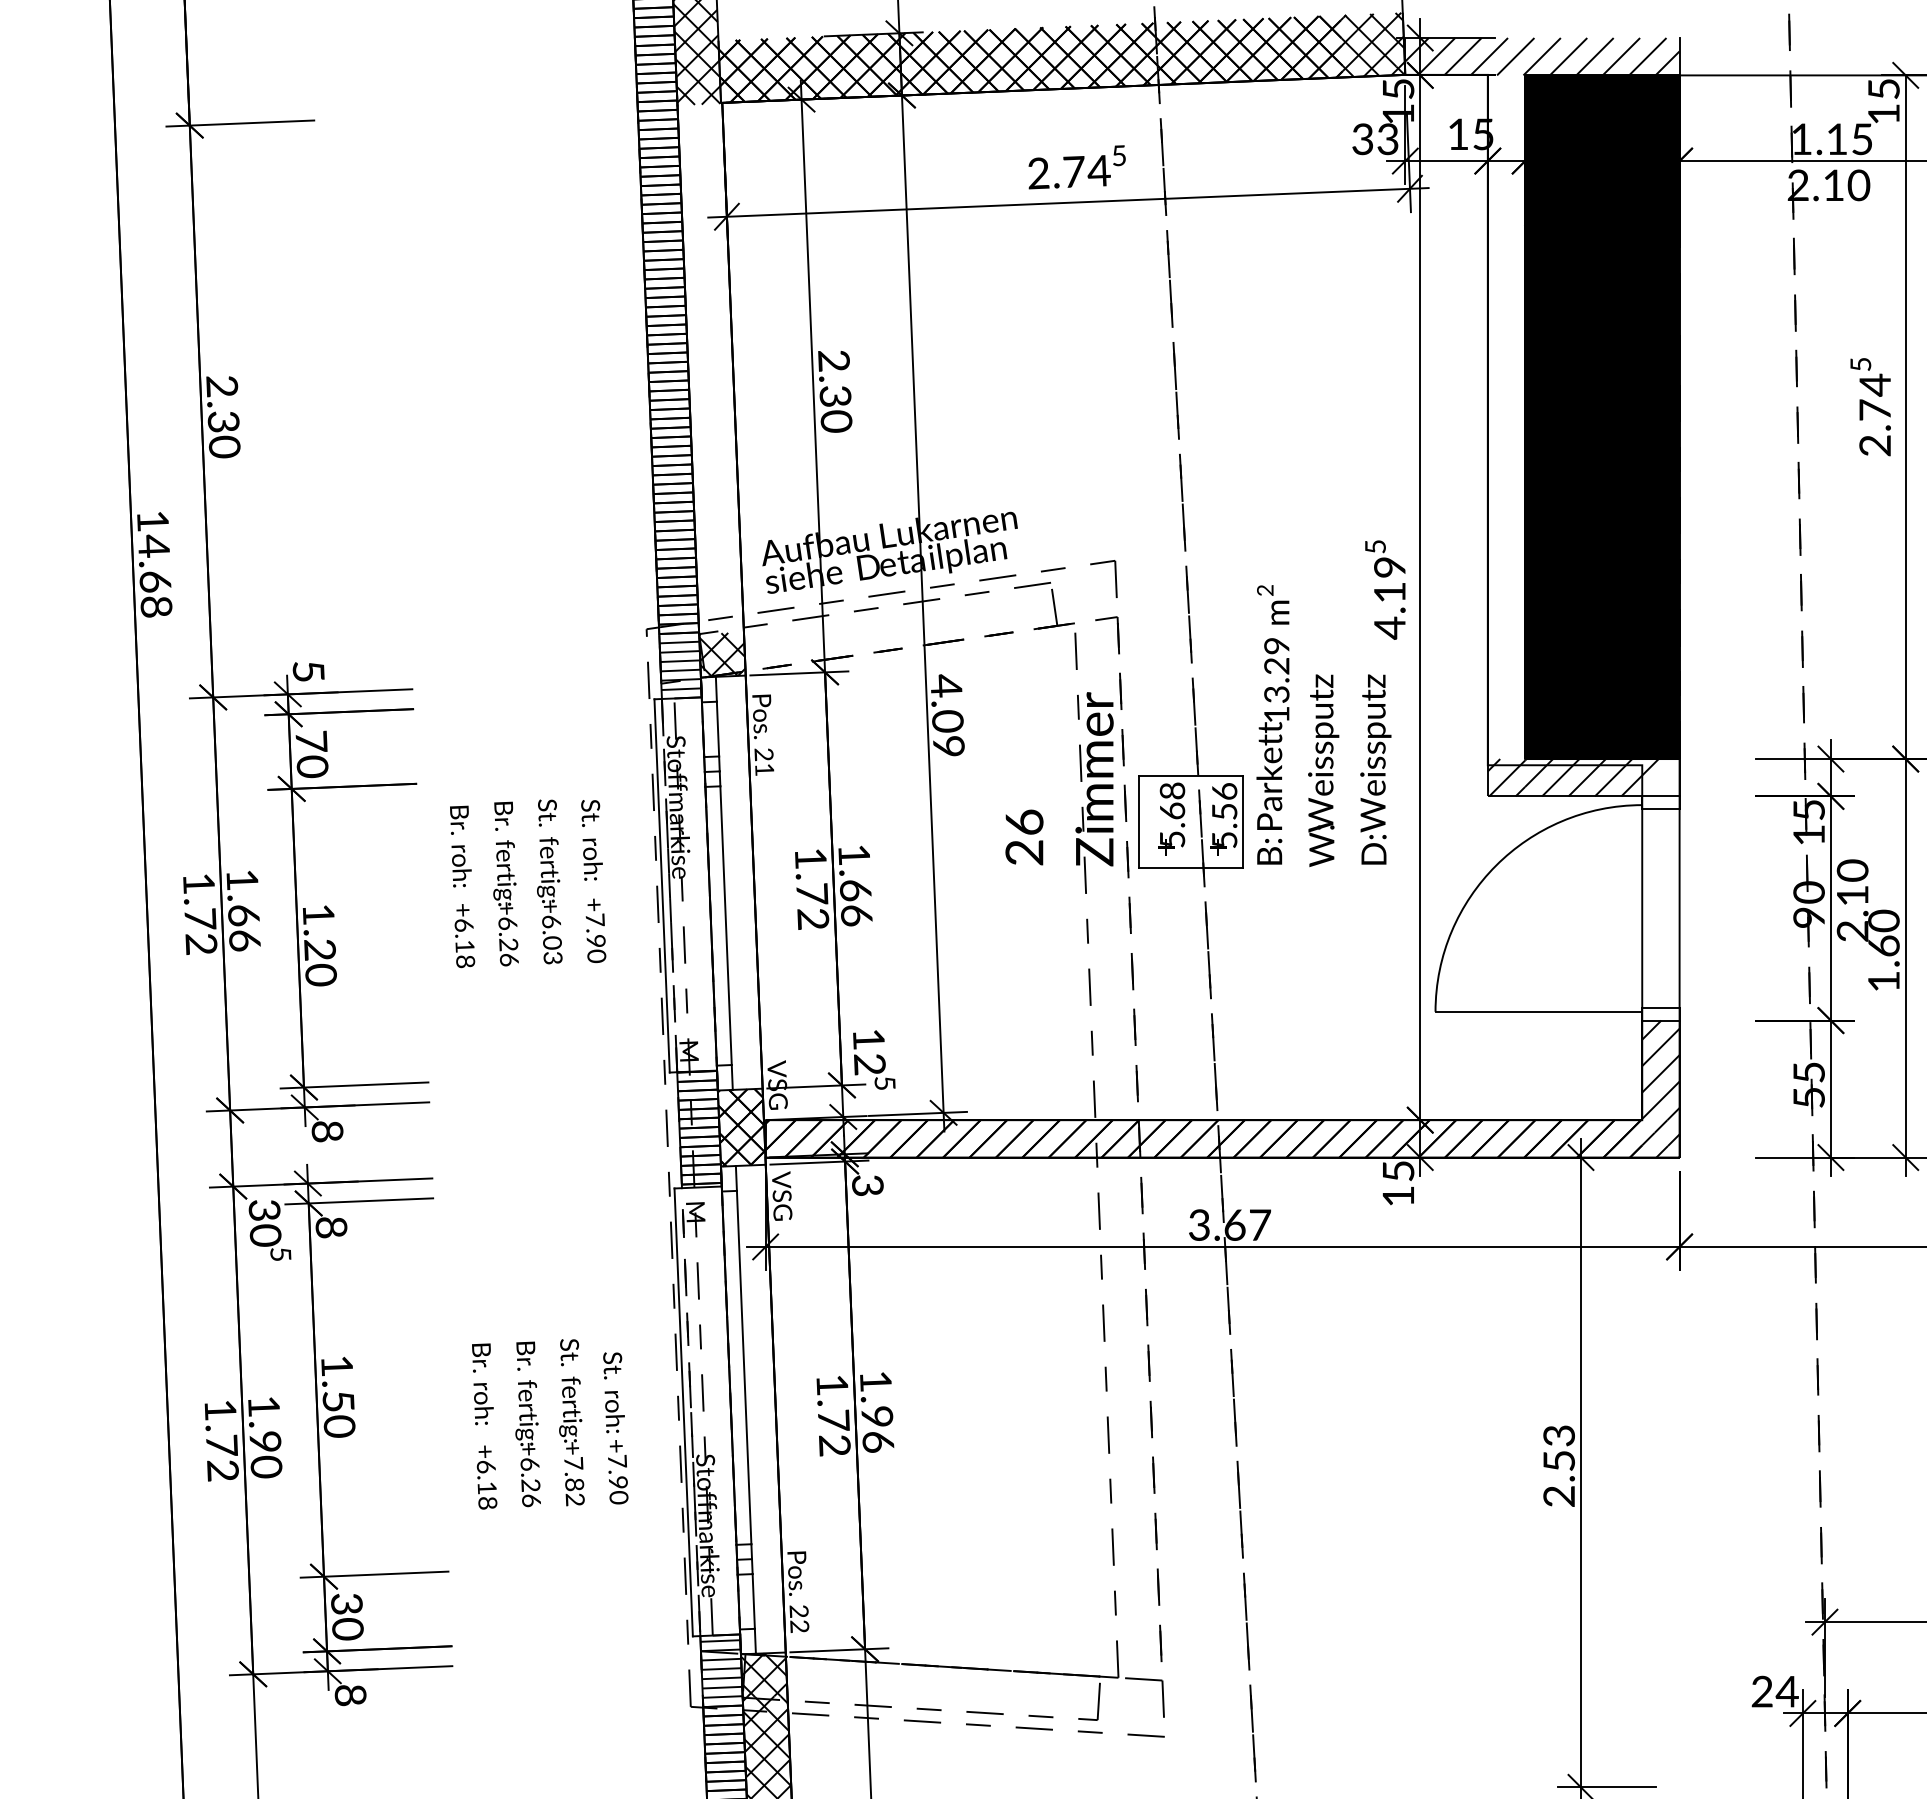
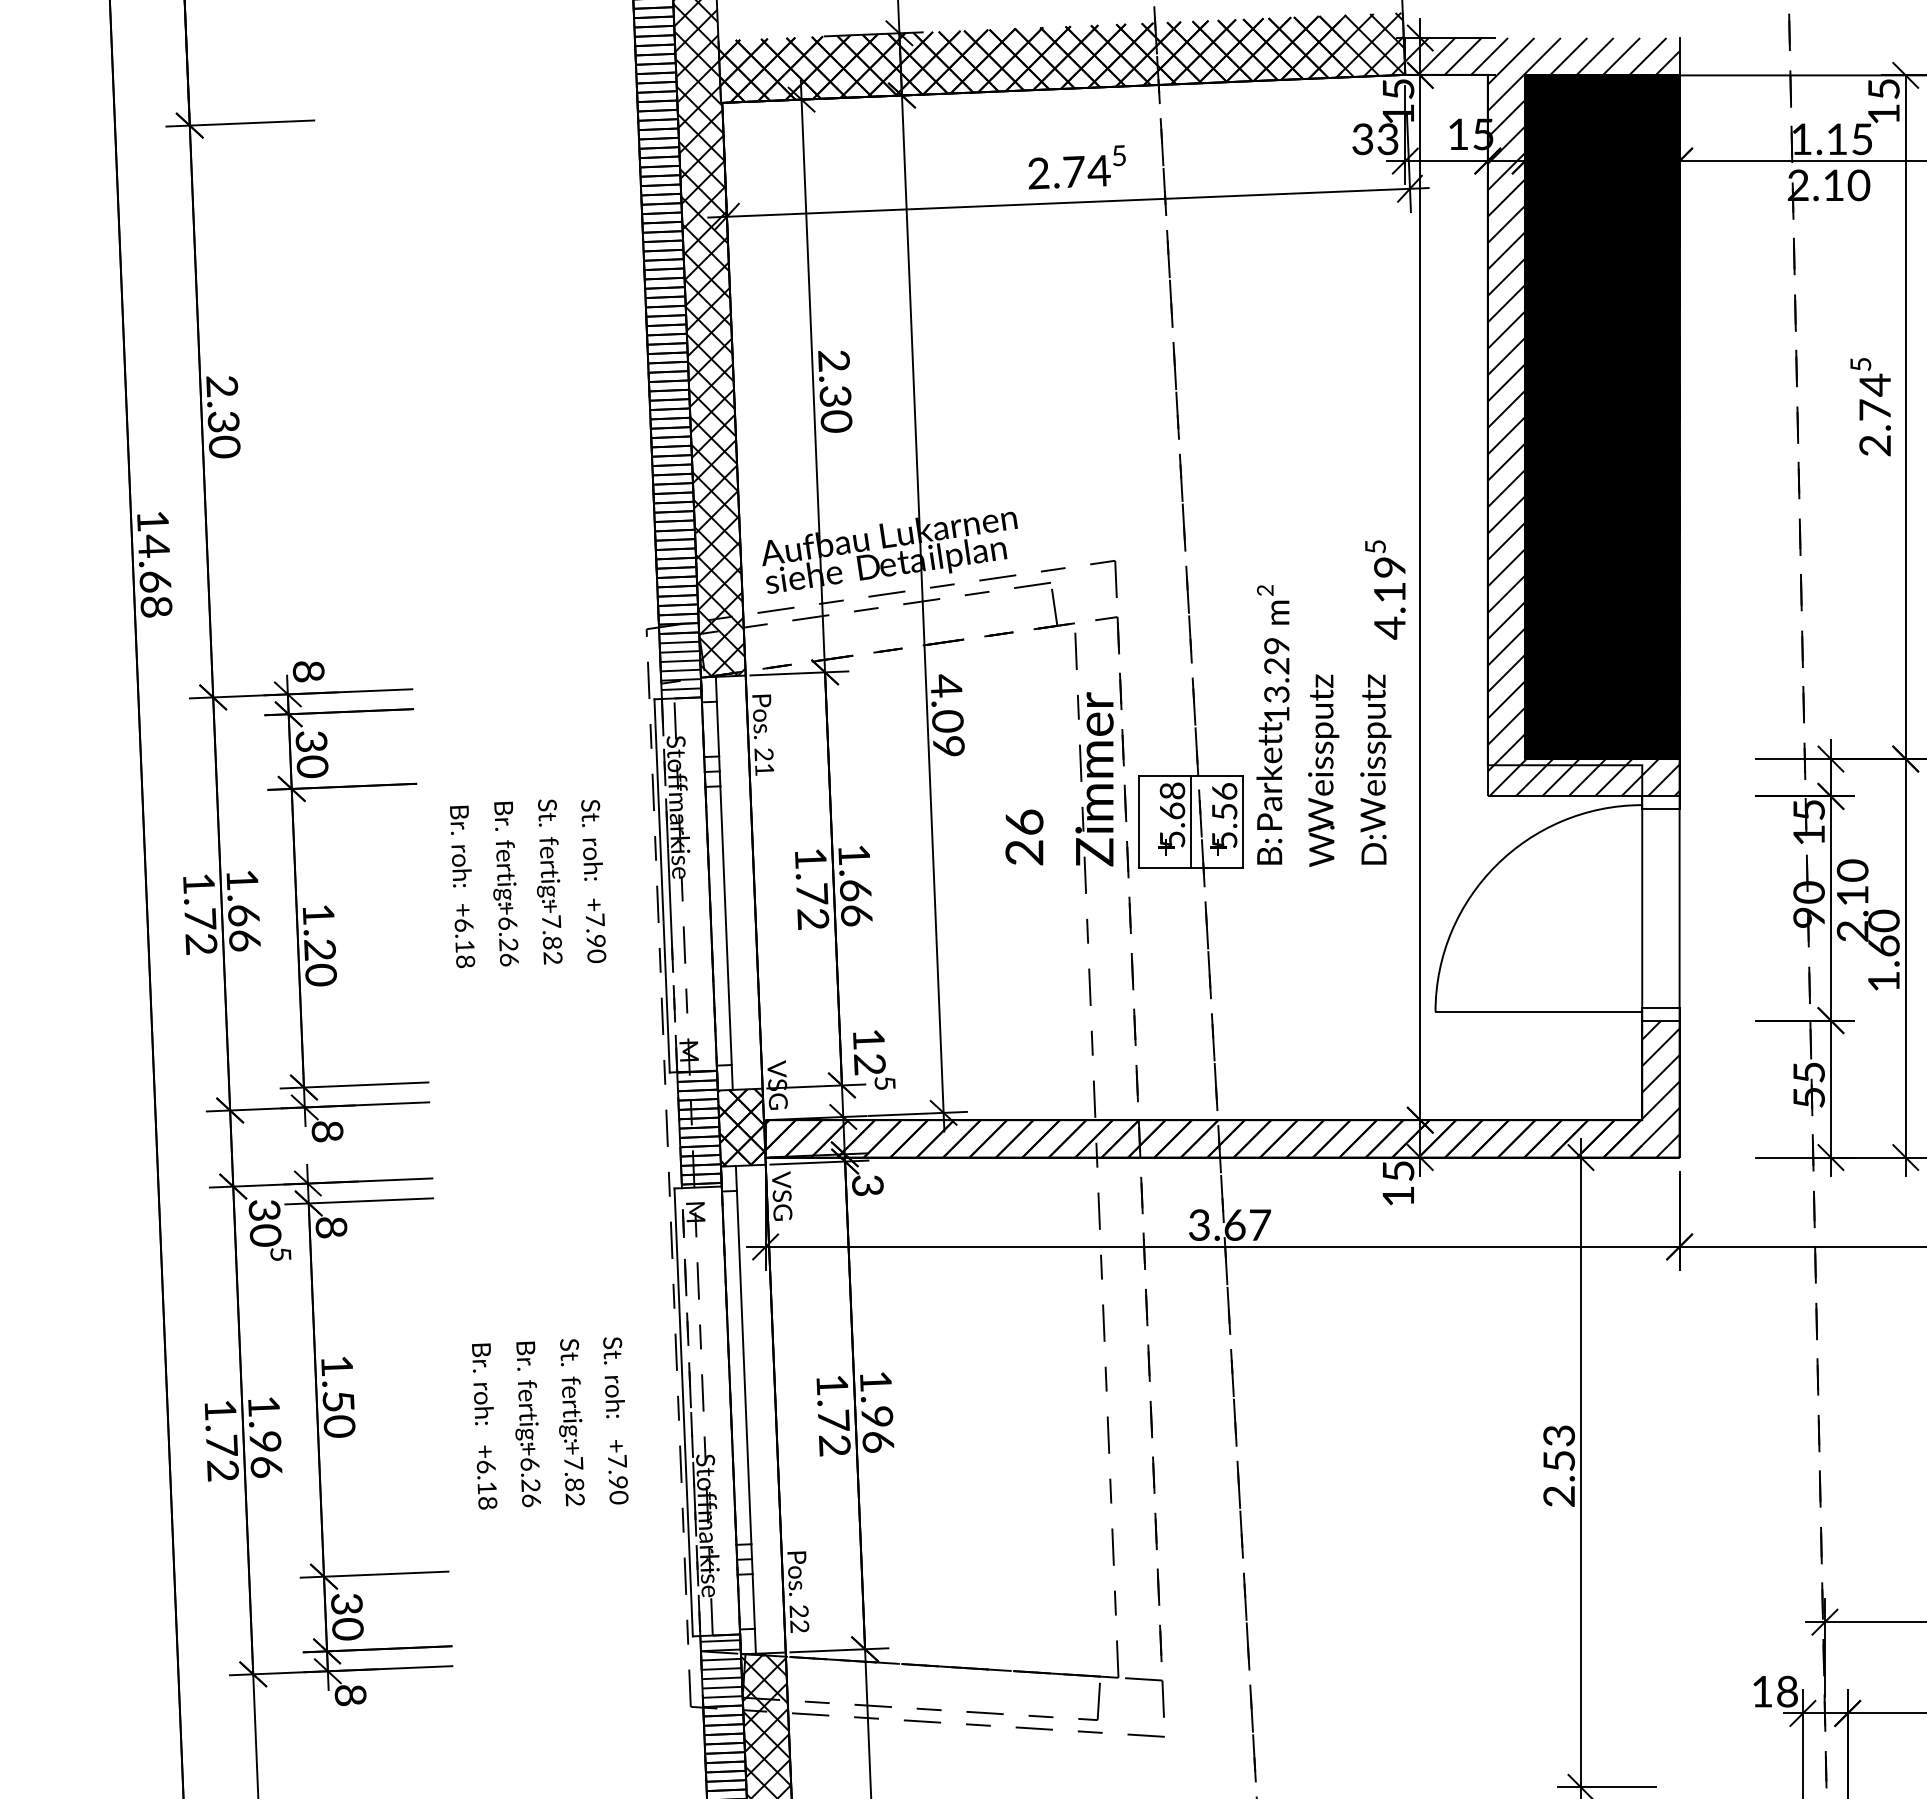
hatch at (710, 368): none -> present
hatch at (1506, 417): none -> present
text at (308, 671): 5 -> 8
text at (311, 740): 70 -> 30
hatch at (1663, 780): none -> present
line at (1191, 821): none -> present
text at (551, 939): +6.03 -> +7.82
text at (613, 1392) position: (613, 1392) -> (613, 1377)
text at (266, 1466): 1.90 -> 1.96
text at (1774, 1691): 24 -> 18
